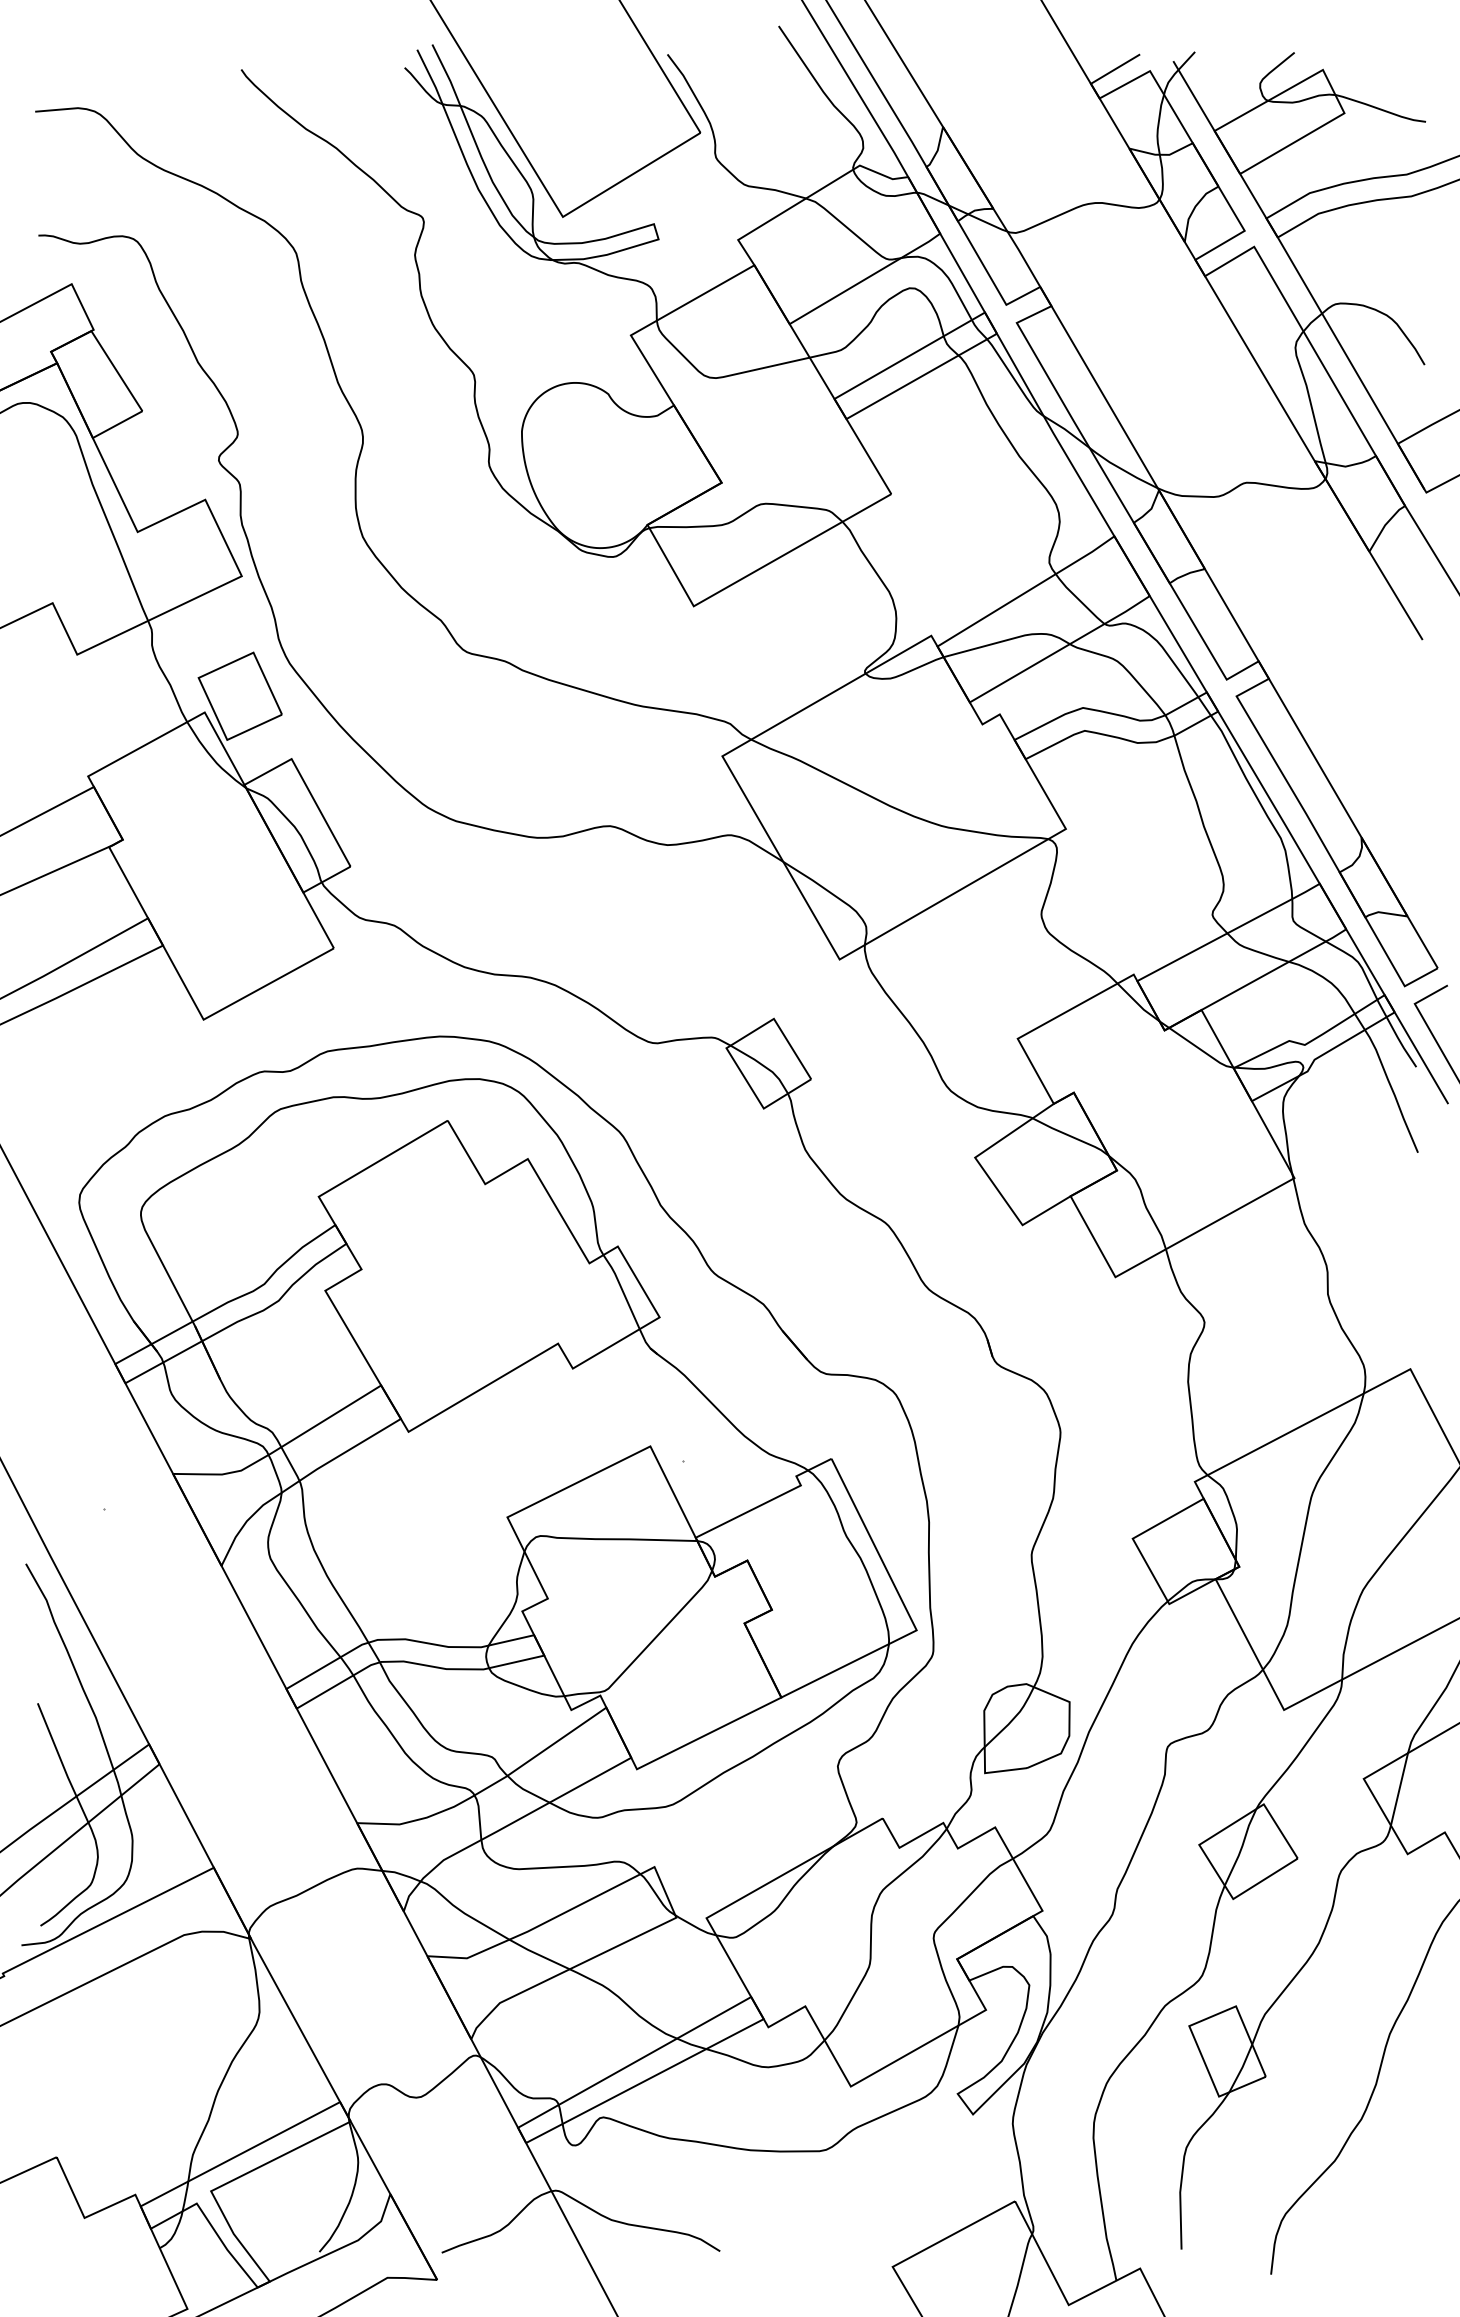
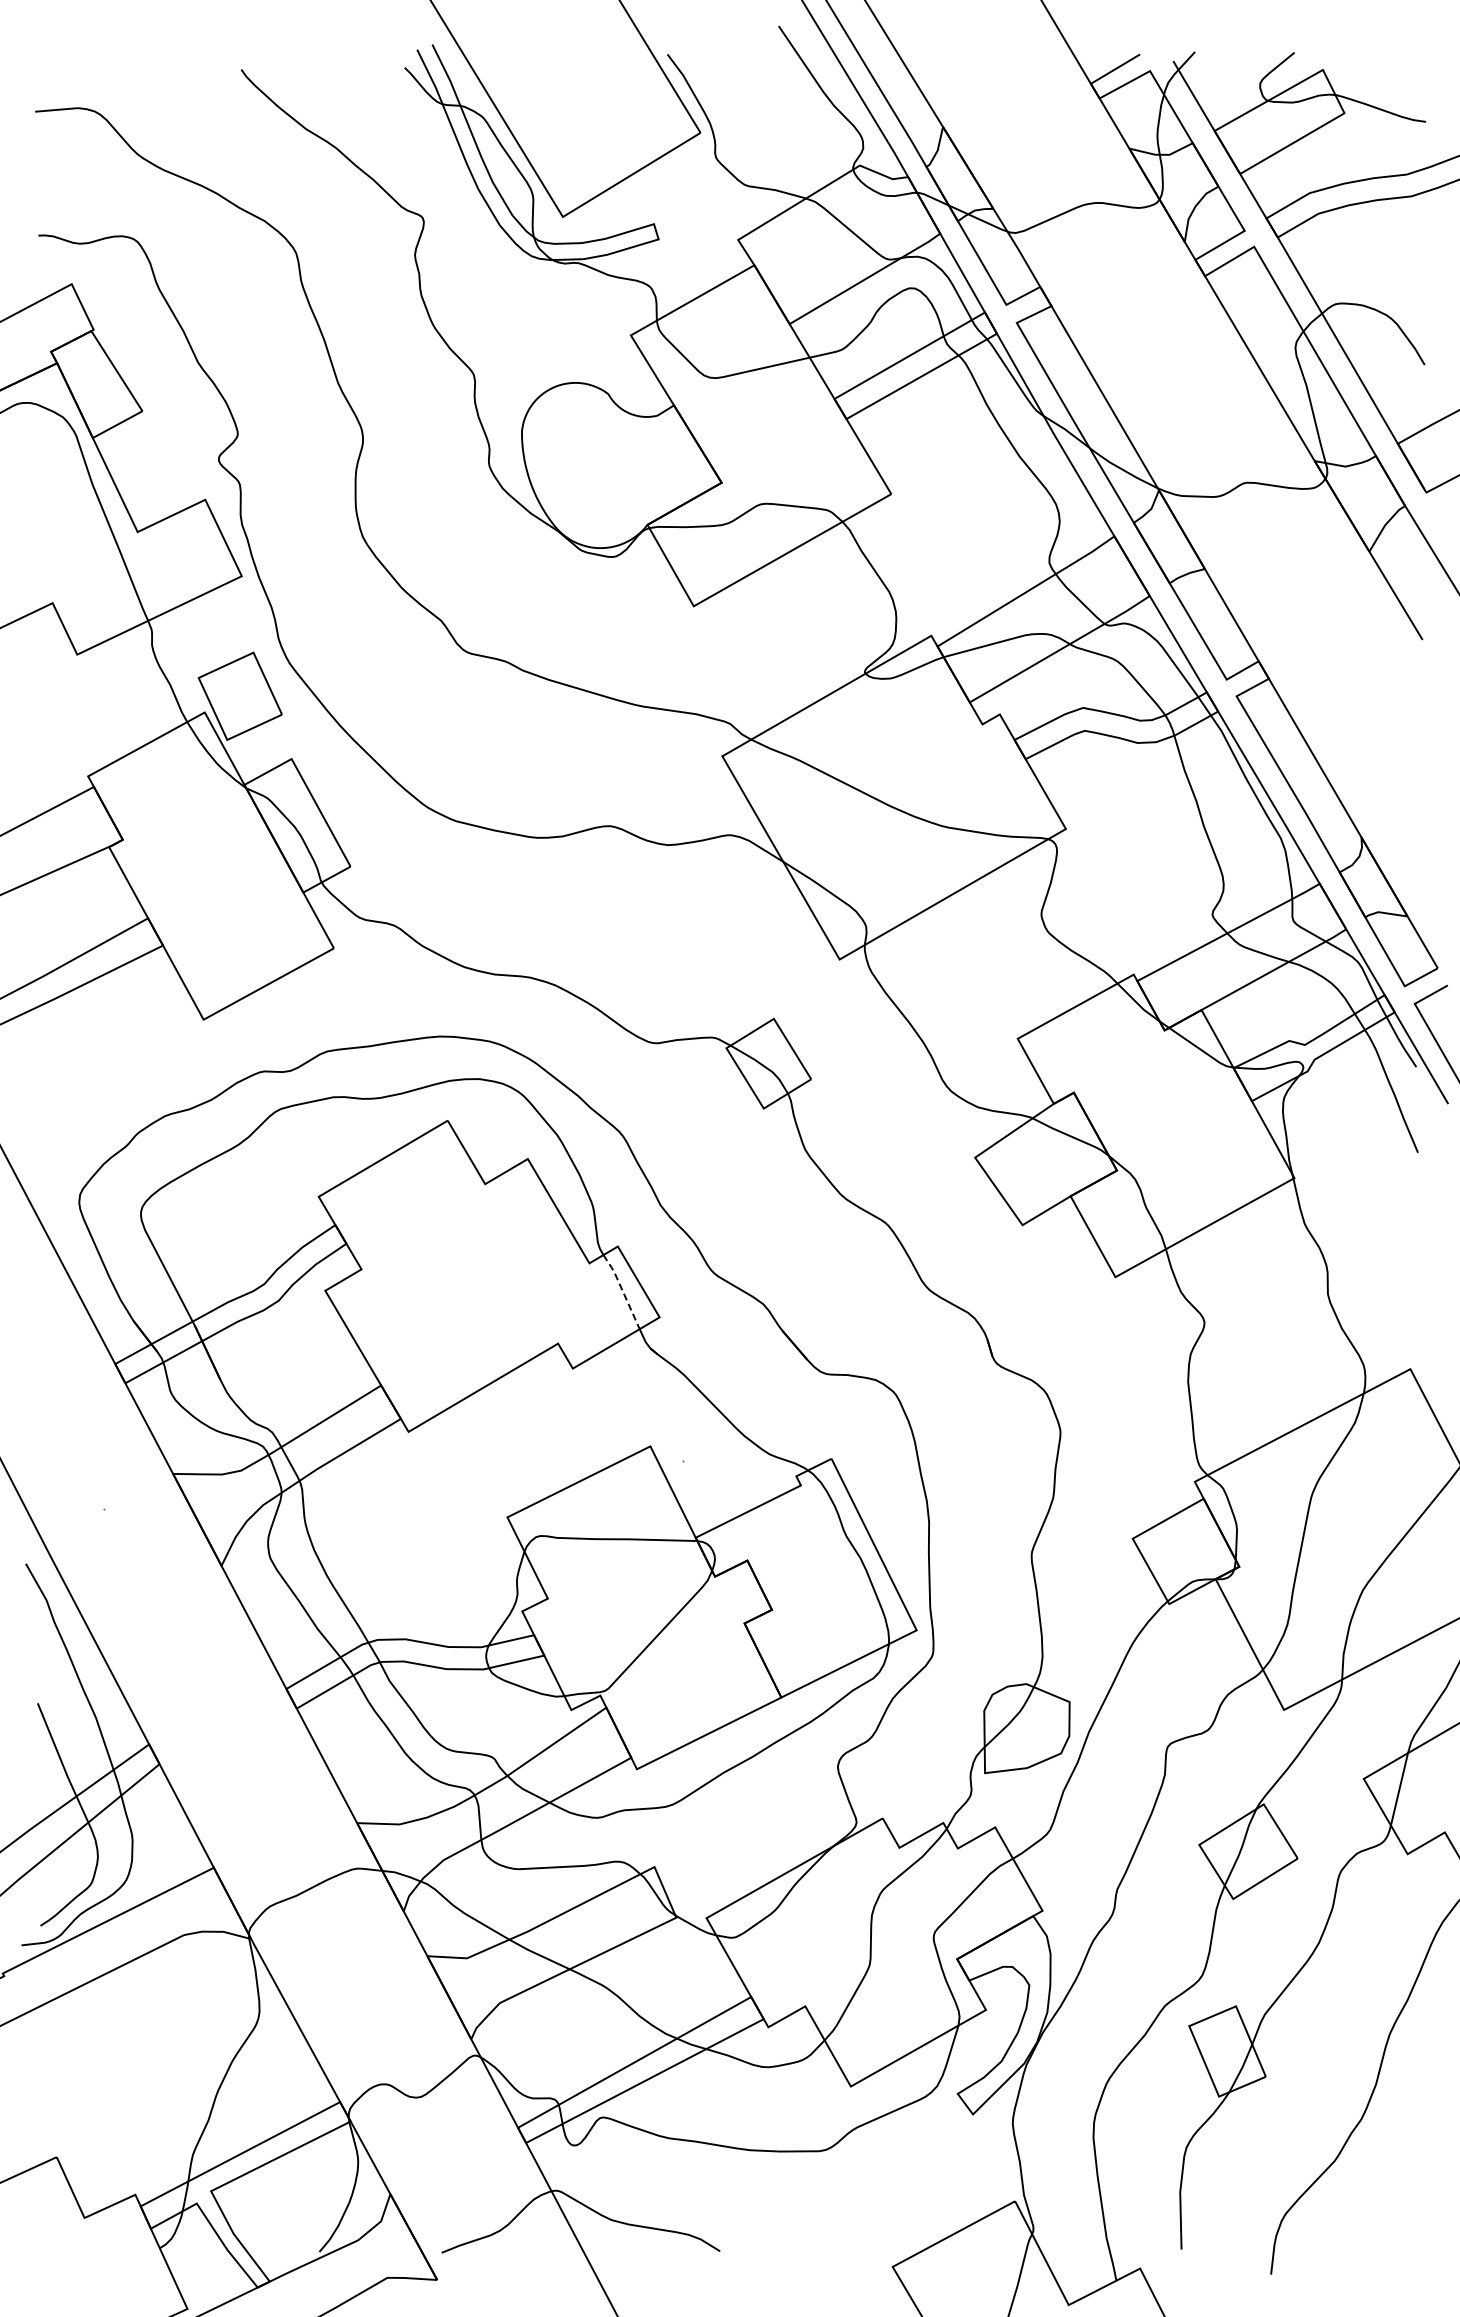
line at (622, 1290): solid -> dashed
